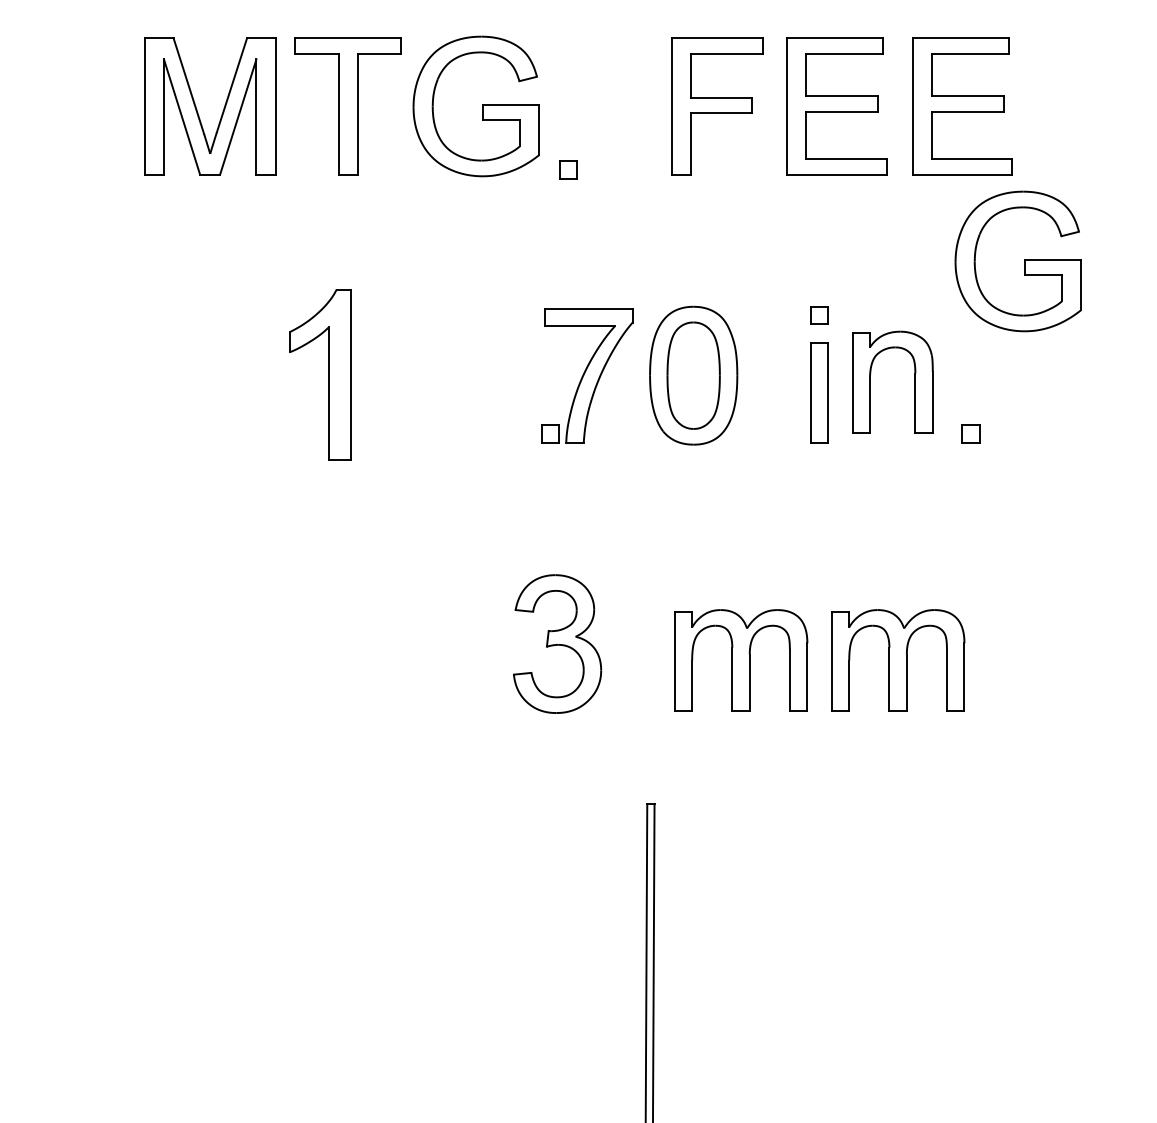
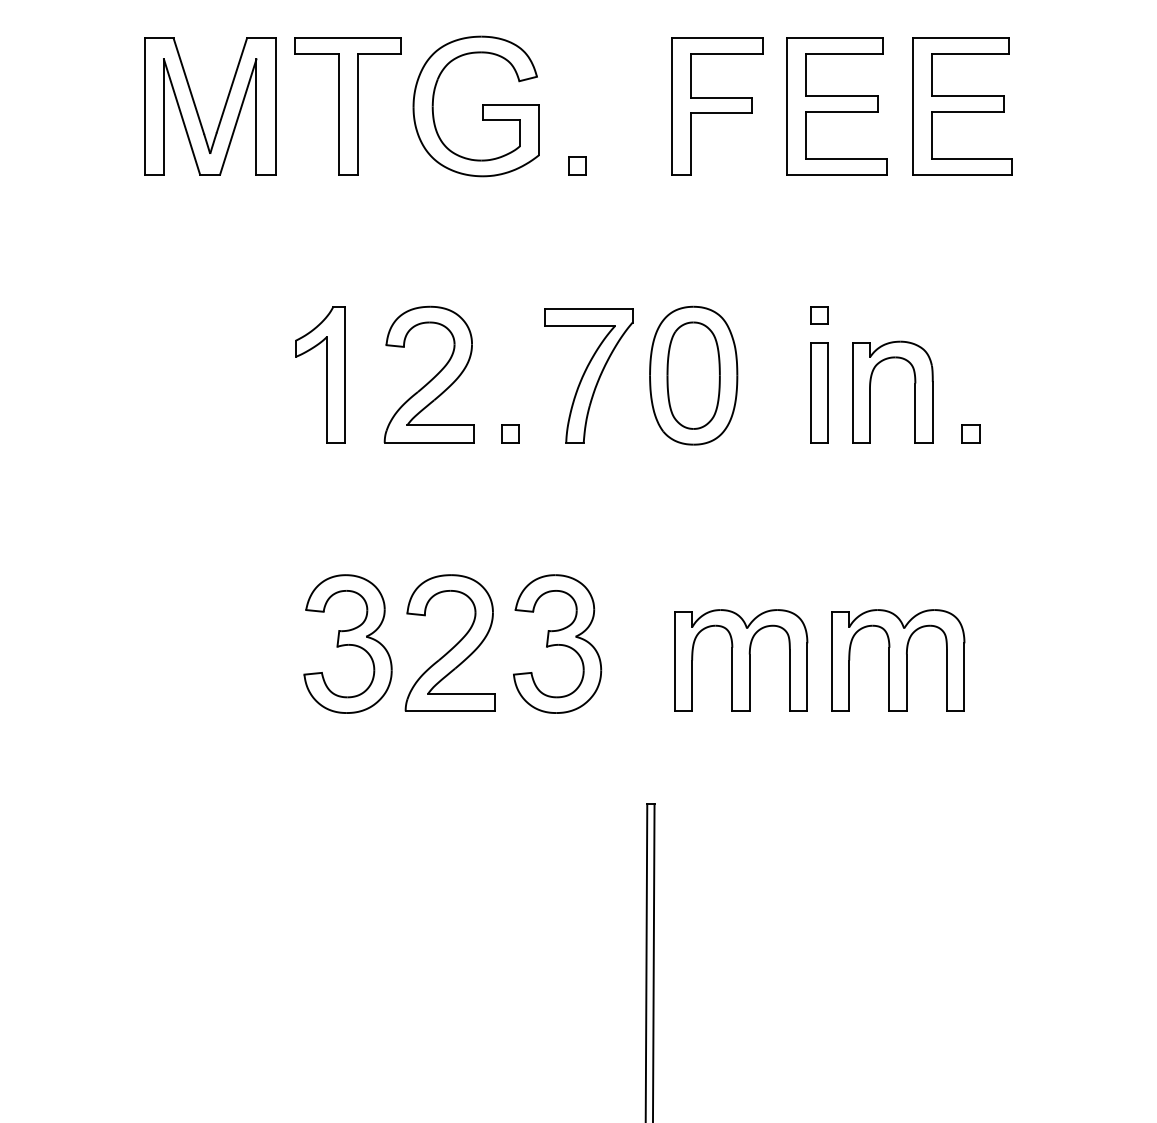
part at (568, 169) position: (568, 169) -> (577, 165)
part at (1024, 261): present -> none
part at (320, 374) size: 63x172 px -> 51x138 px
part at (428, 374): none -> present
part at (870, 381) position: (870, 381) -> (870, 391)
part at (550, 433) position: (550, 433) -> (510, 433)
part at (449, 642): none -> present
part at (347, 643): none -> present
